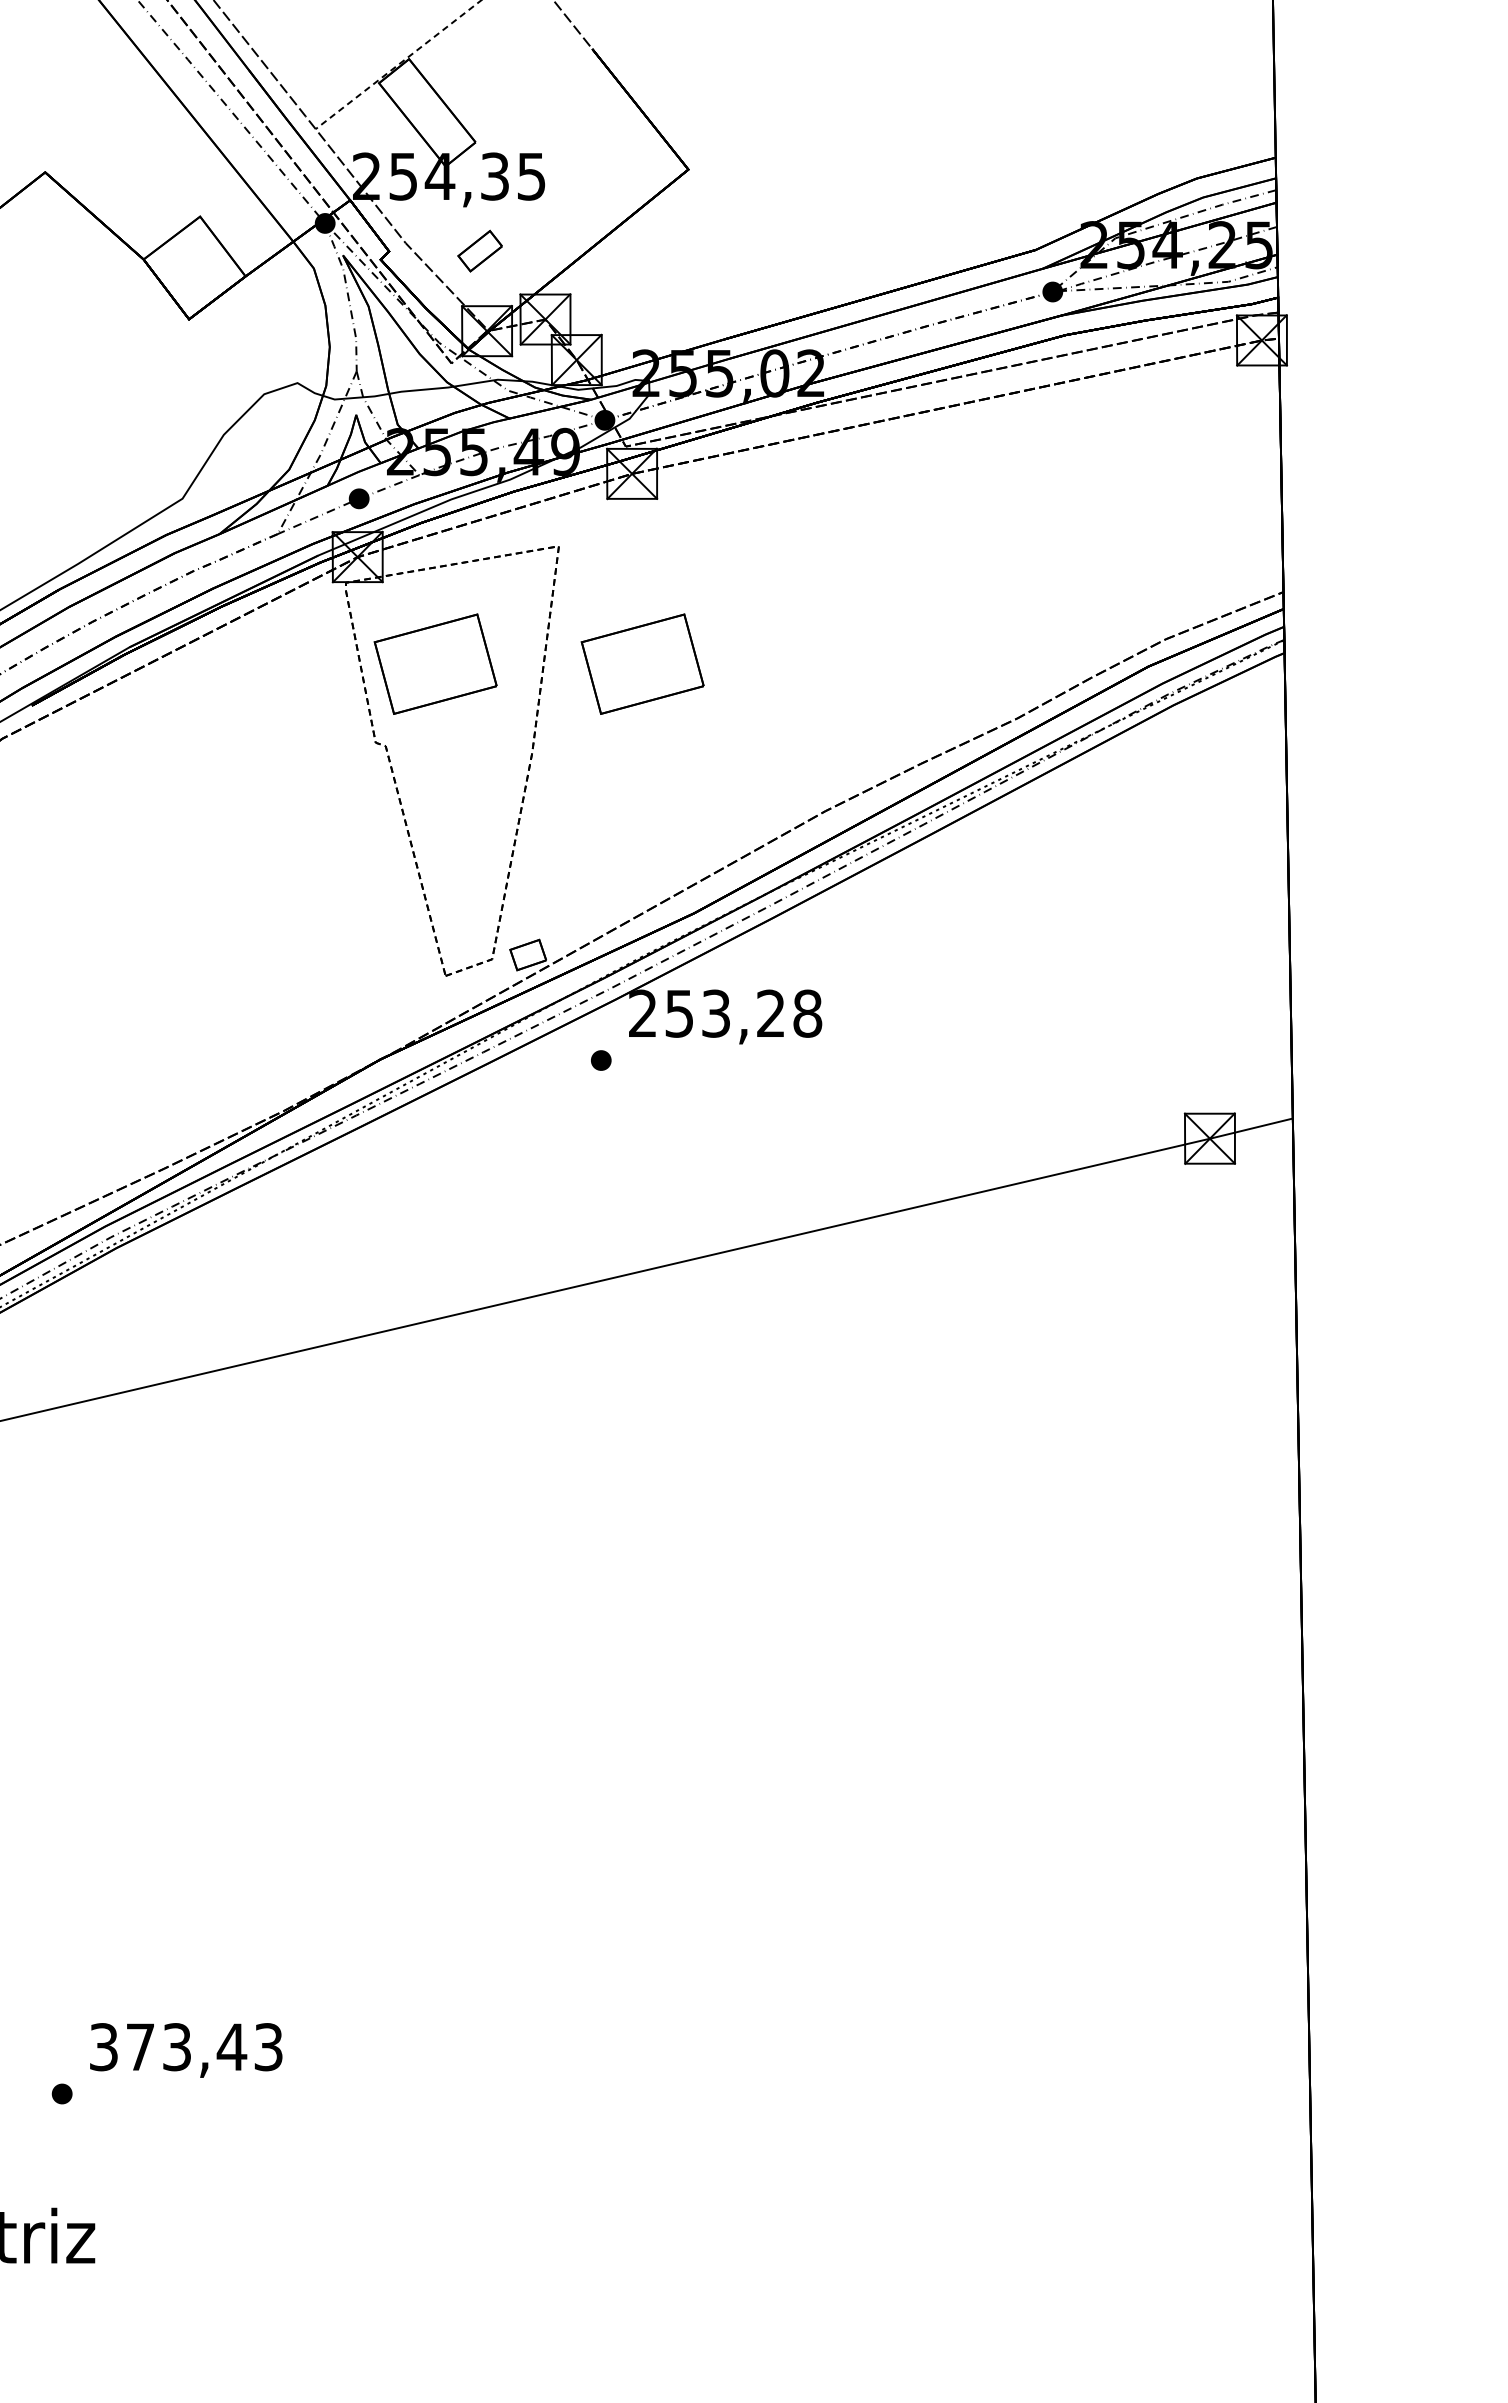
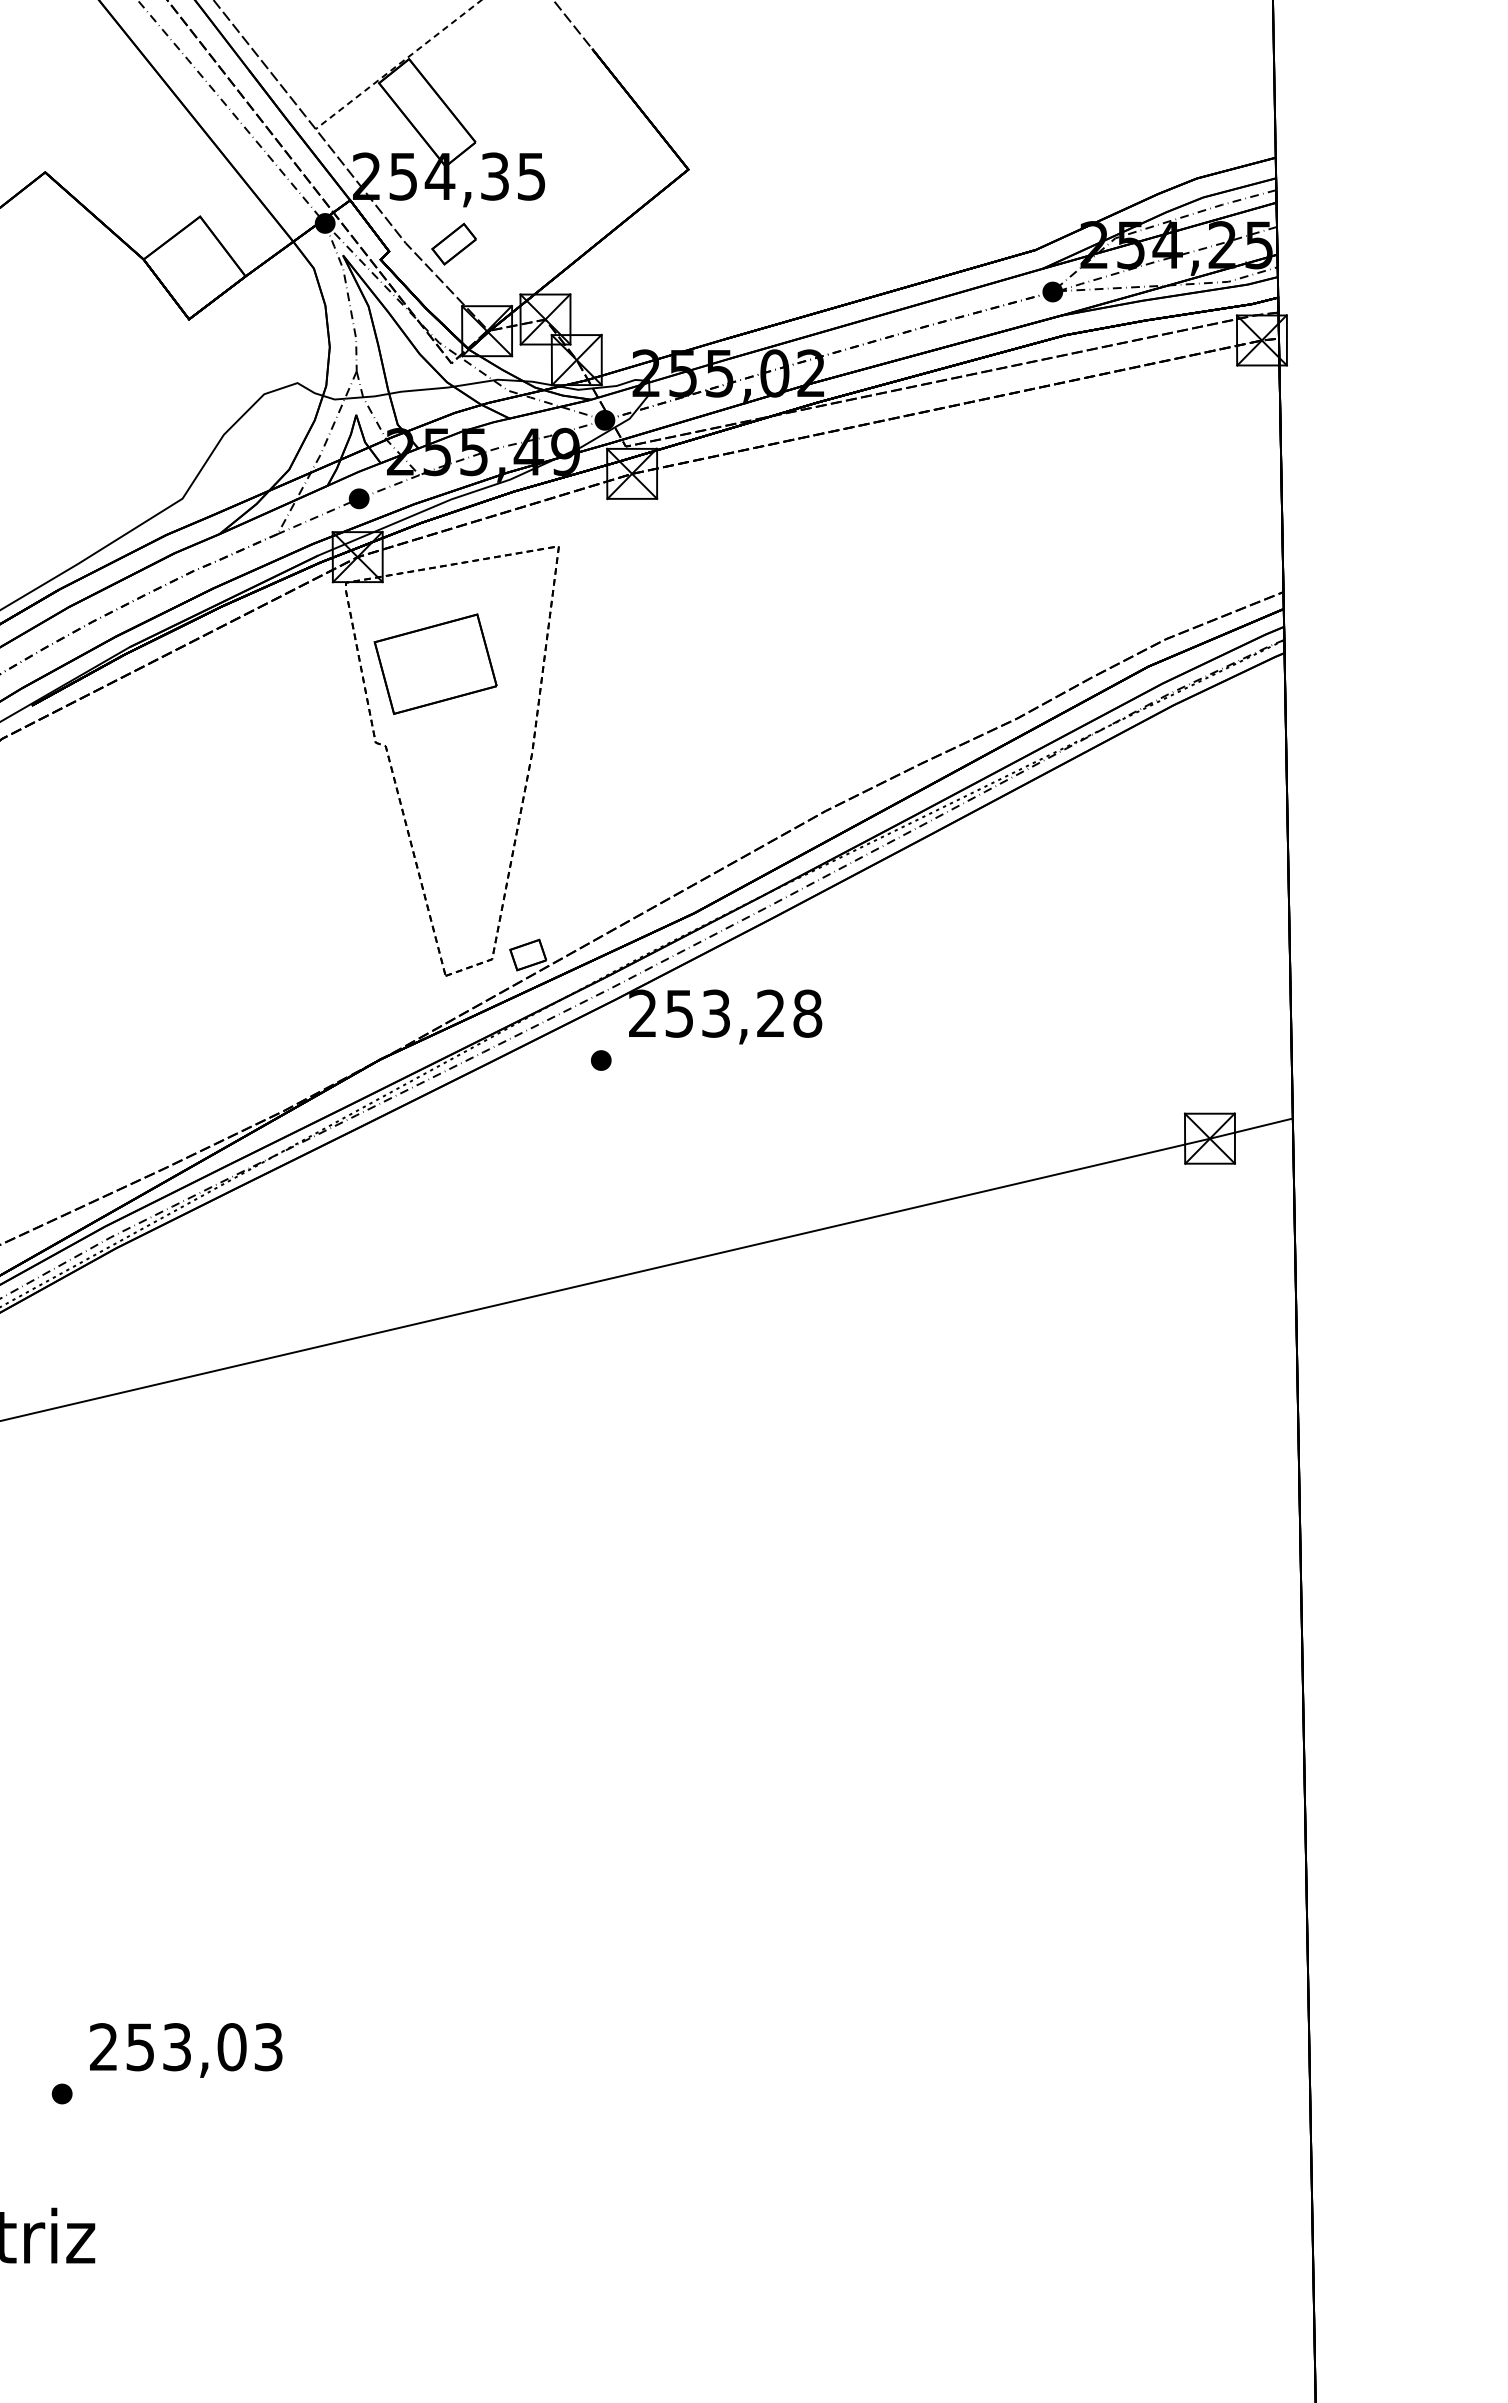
part at (479, 250) position: (479, 250) -> (453, 243)
part at (642, 663): present -> none
text at (168, 2047): 373,43 -> 253,03
